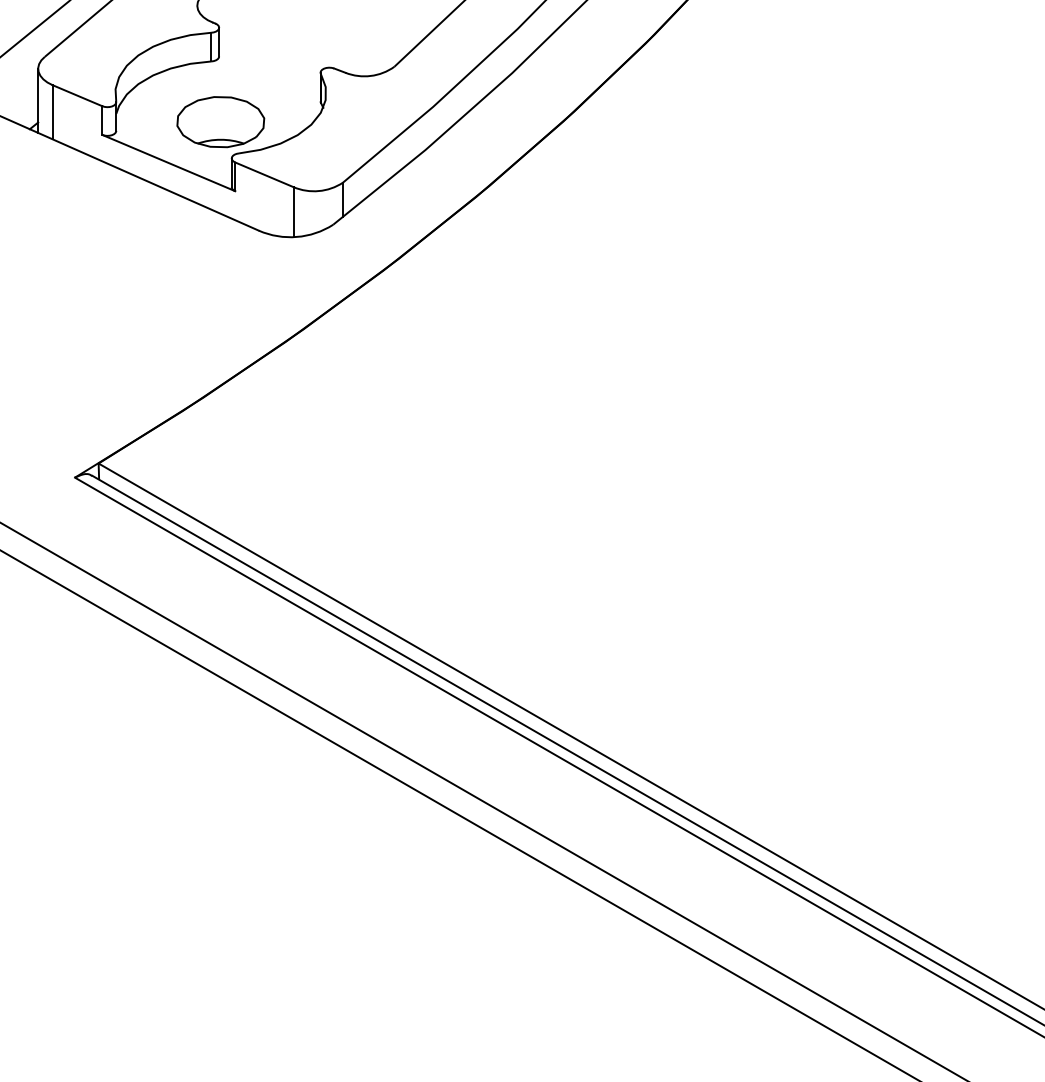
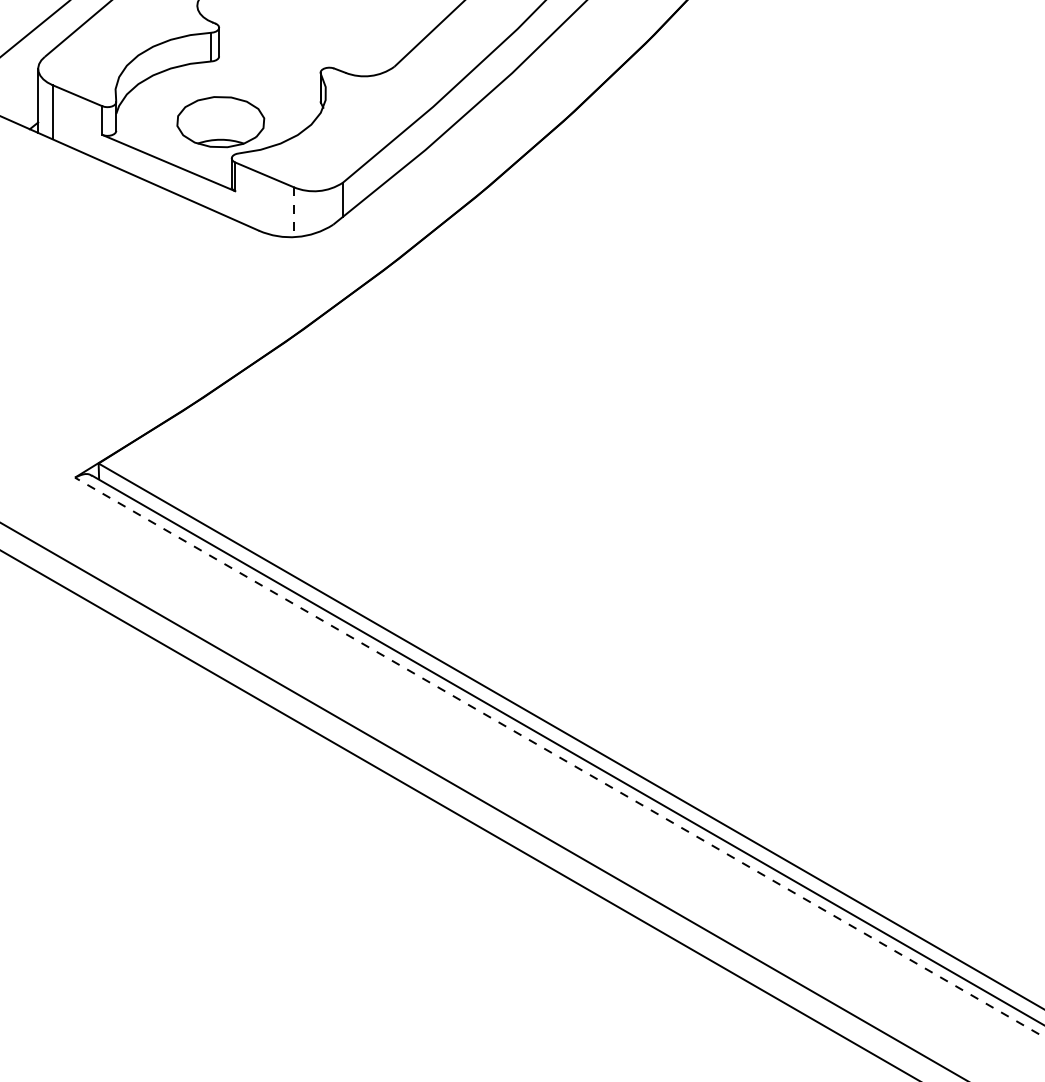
line at (293, 212): solid -> dashed
line at (559, 757): solid -> dashed
